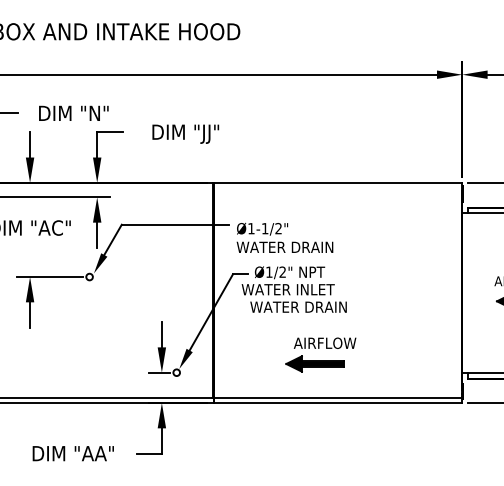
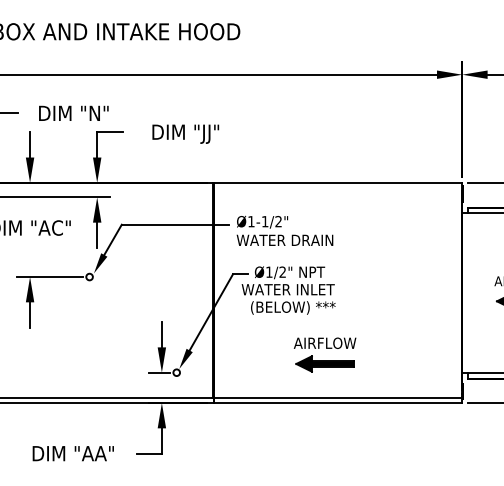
text at (284, 237) position: (284, 237) -> (284, 230)
text at (298, 307): WATER DRAIN -> (BELOW) ***
part at (314, 363) position: (314, 363) -> (324, 363)
